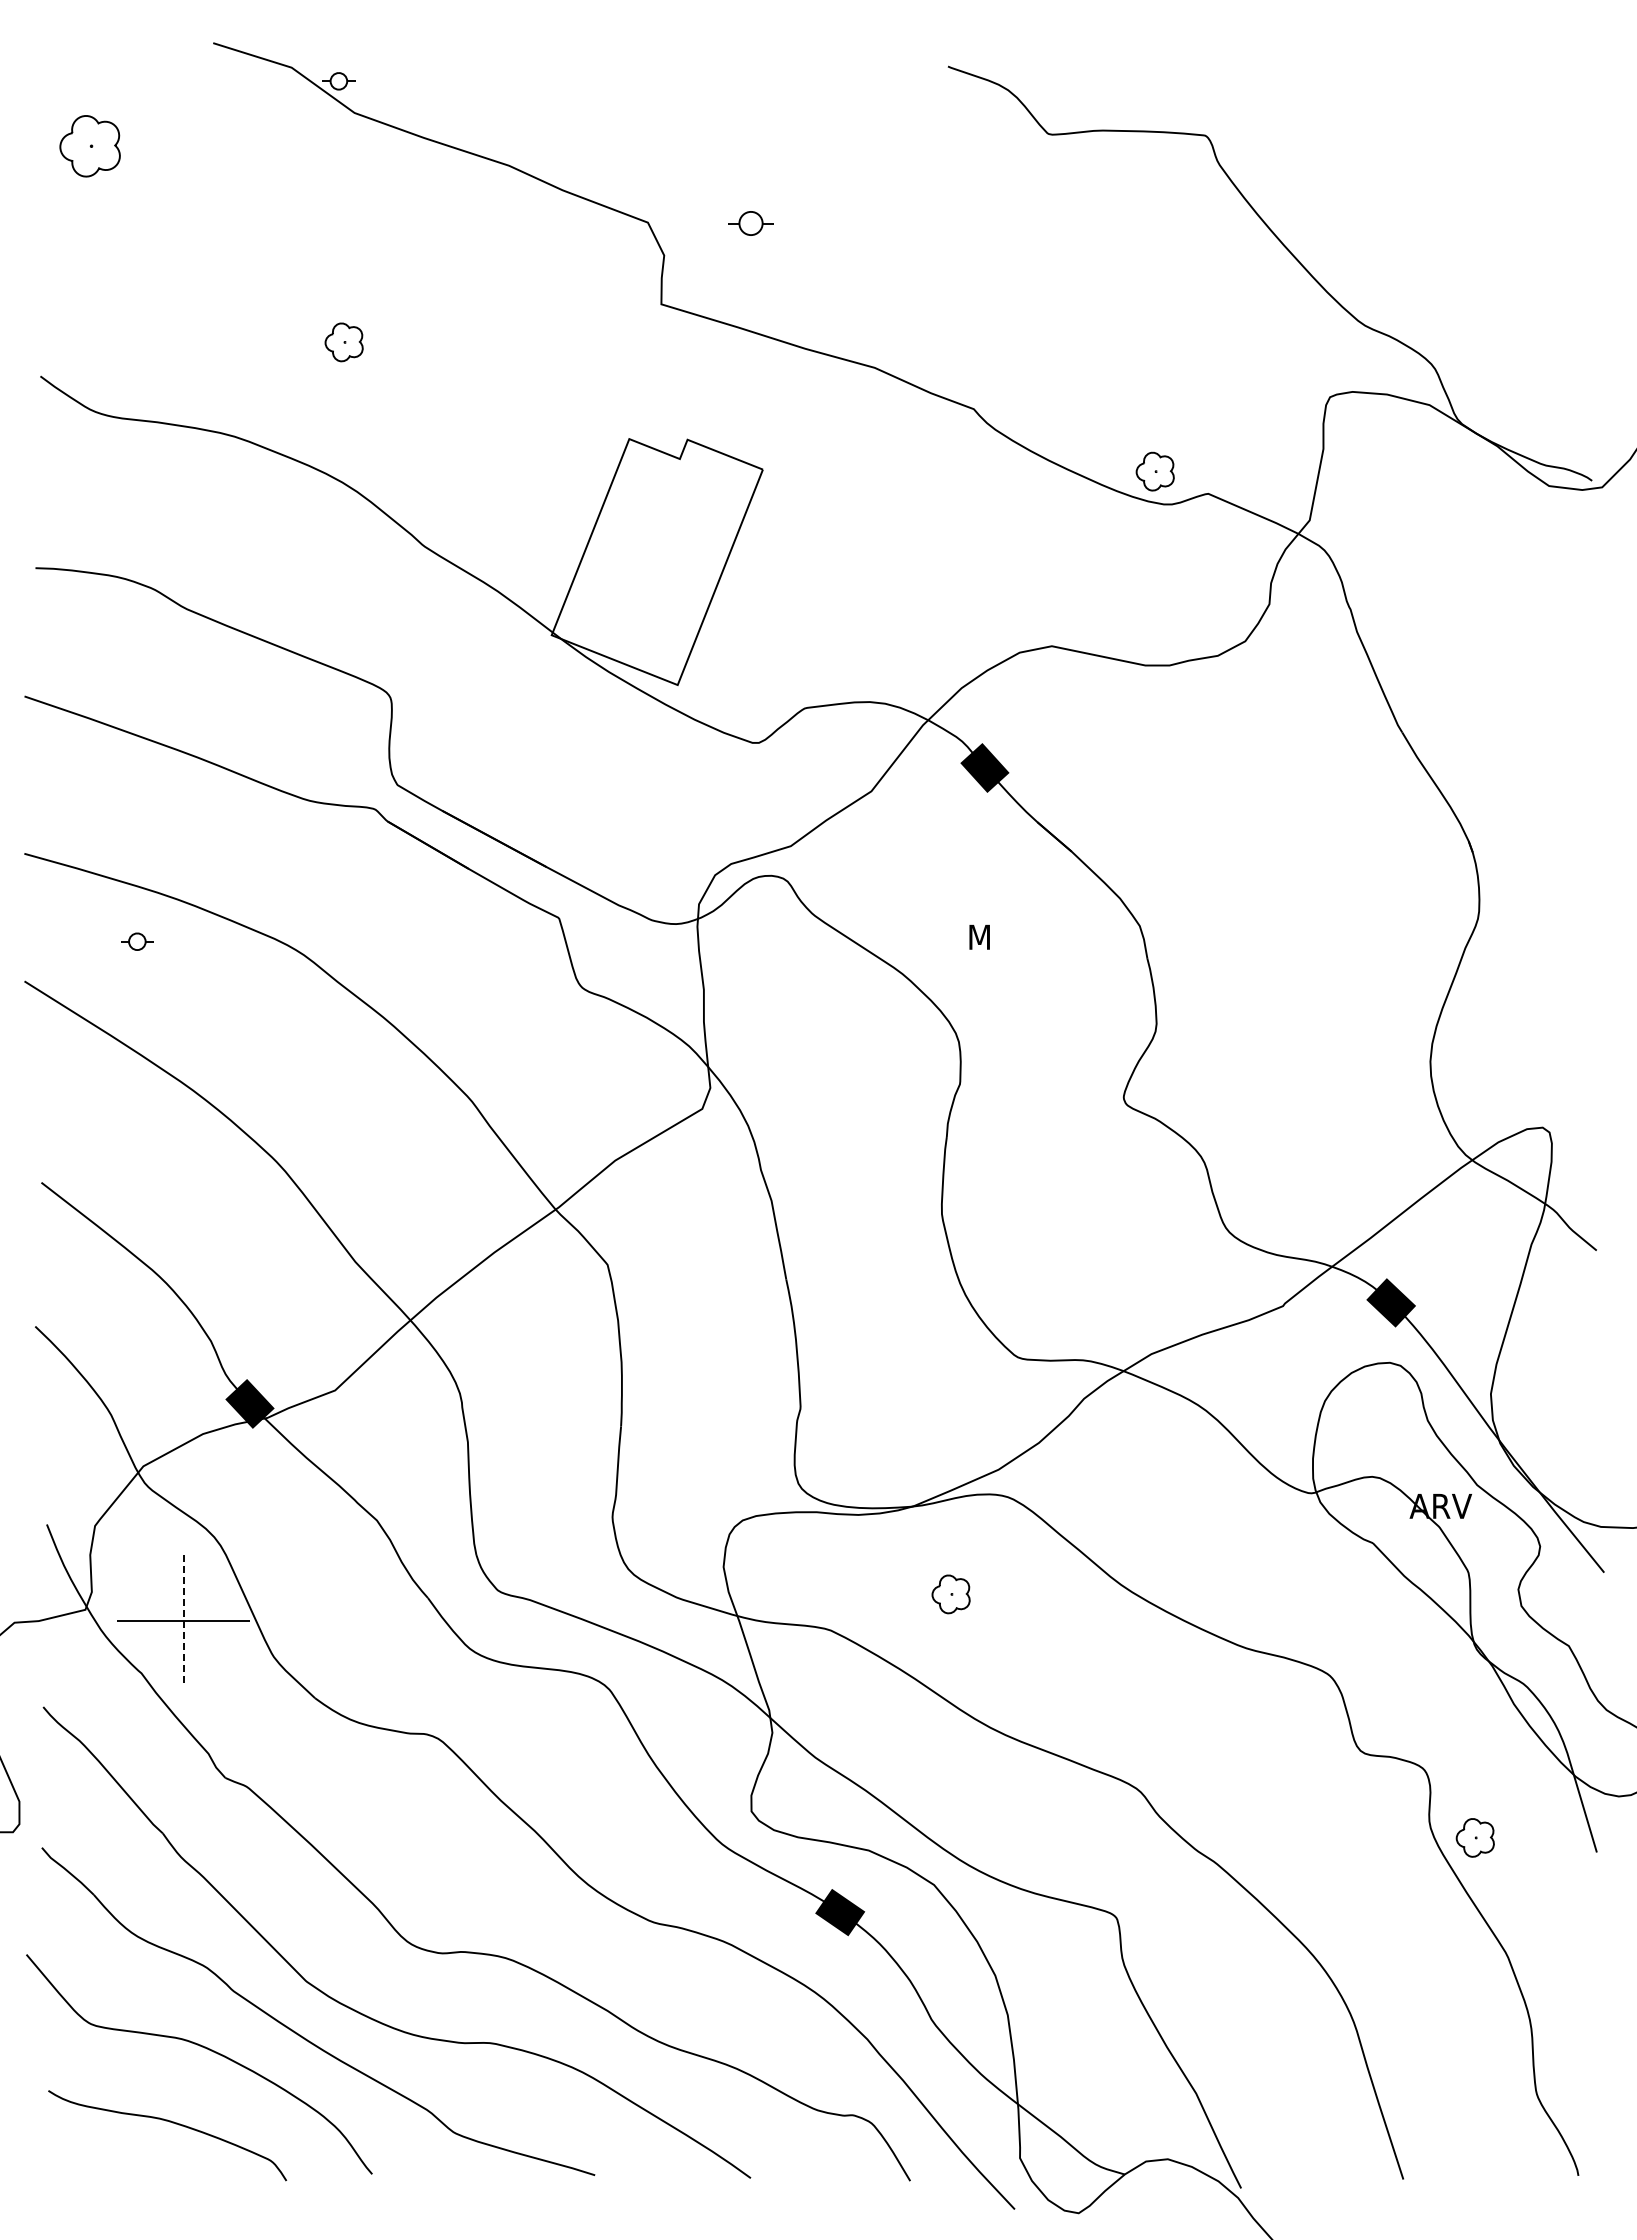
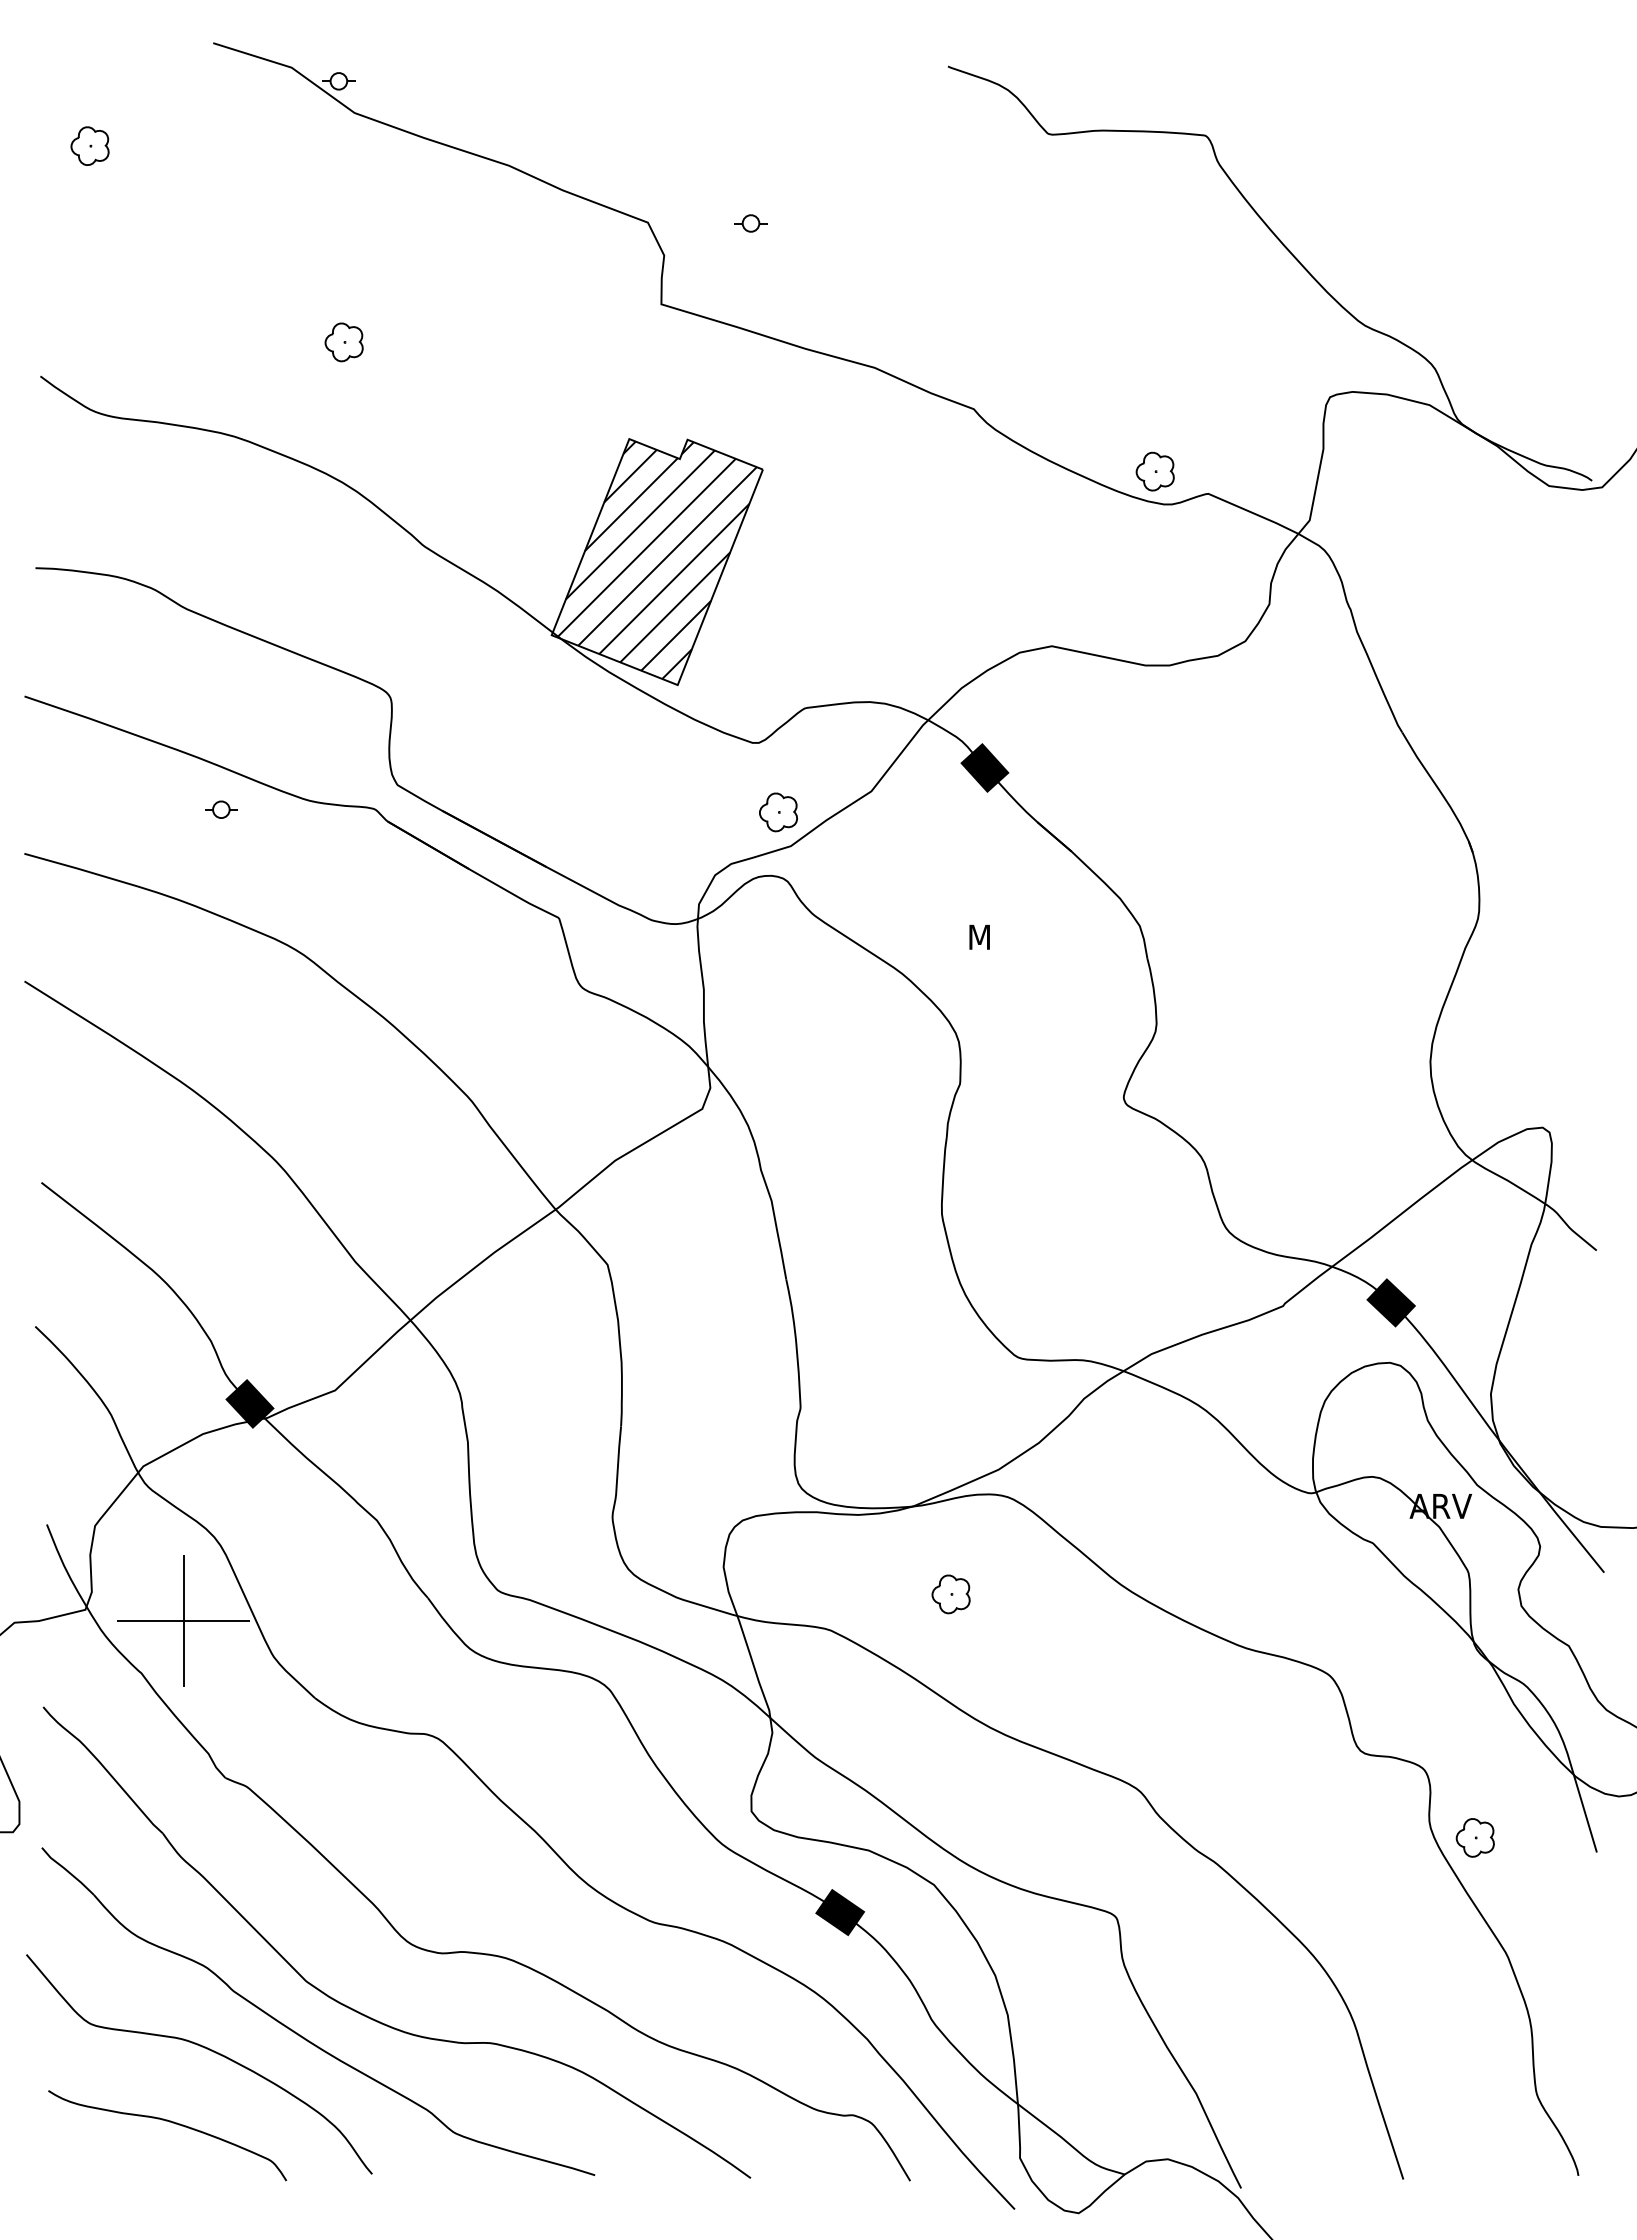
part at (89, 146) size: 62x63 px -> 40x40 px
part at (750, 223) size: 46x25 px -> 34x19 px
hatch at (656, 559): none -> present
part at (778, 812): none -> present
part at (137, 941) position: (137, 941) -> (221, 809)
line at (183, 1621): dashed -> solid
